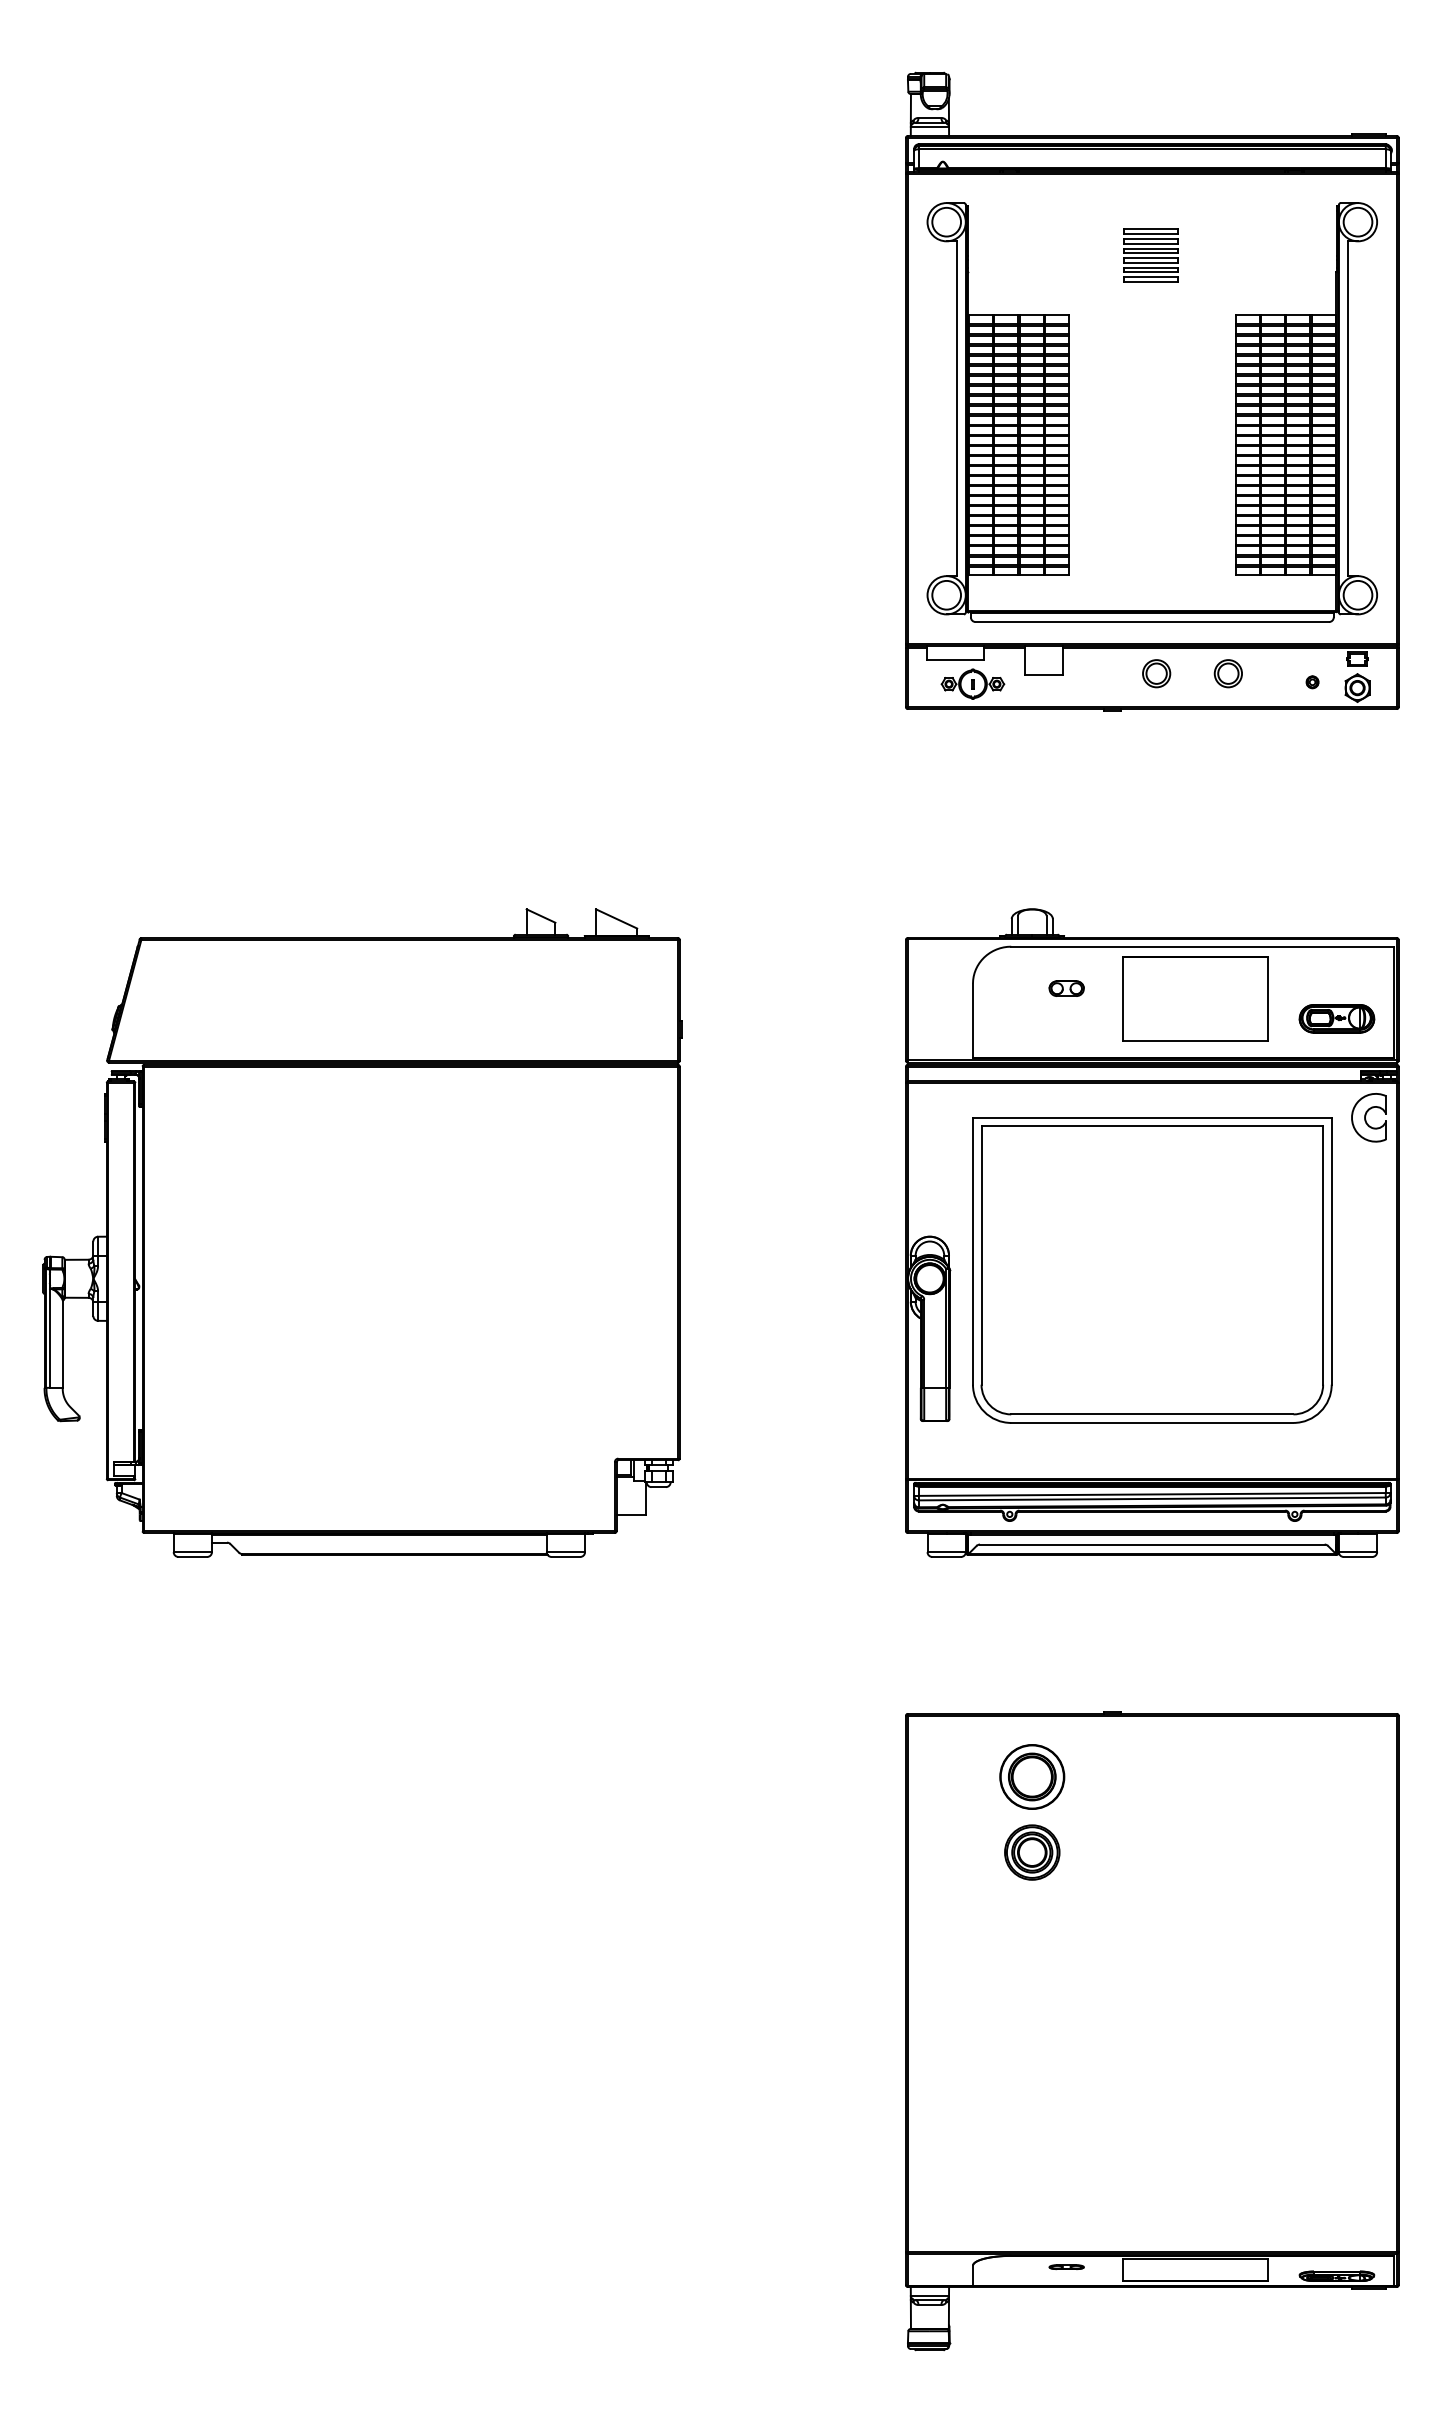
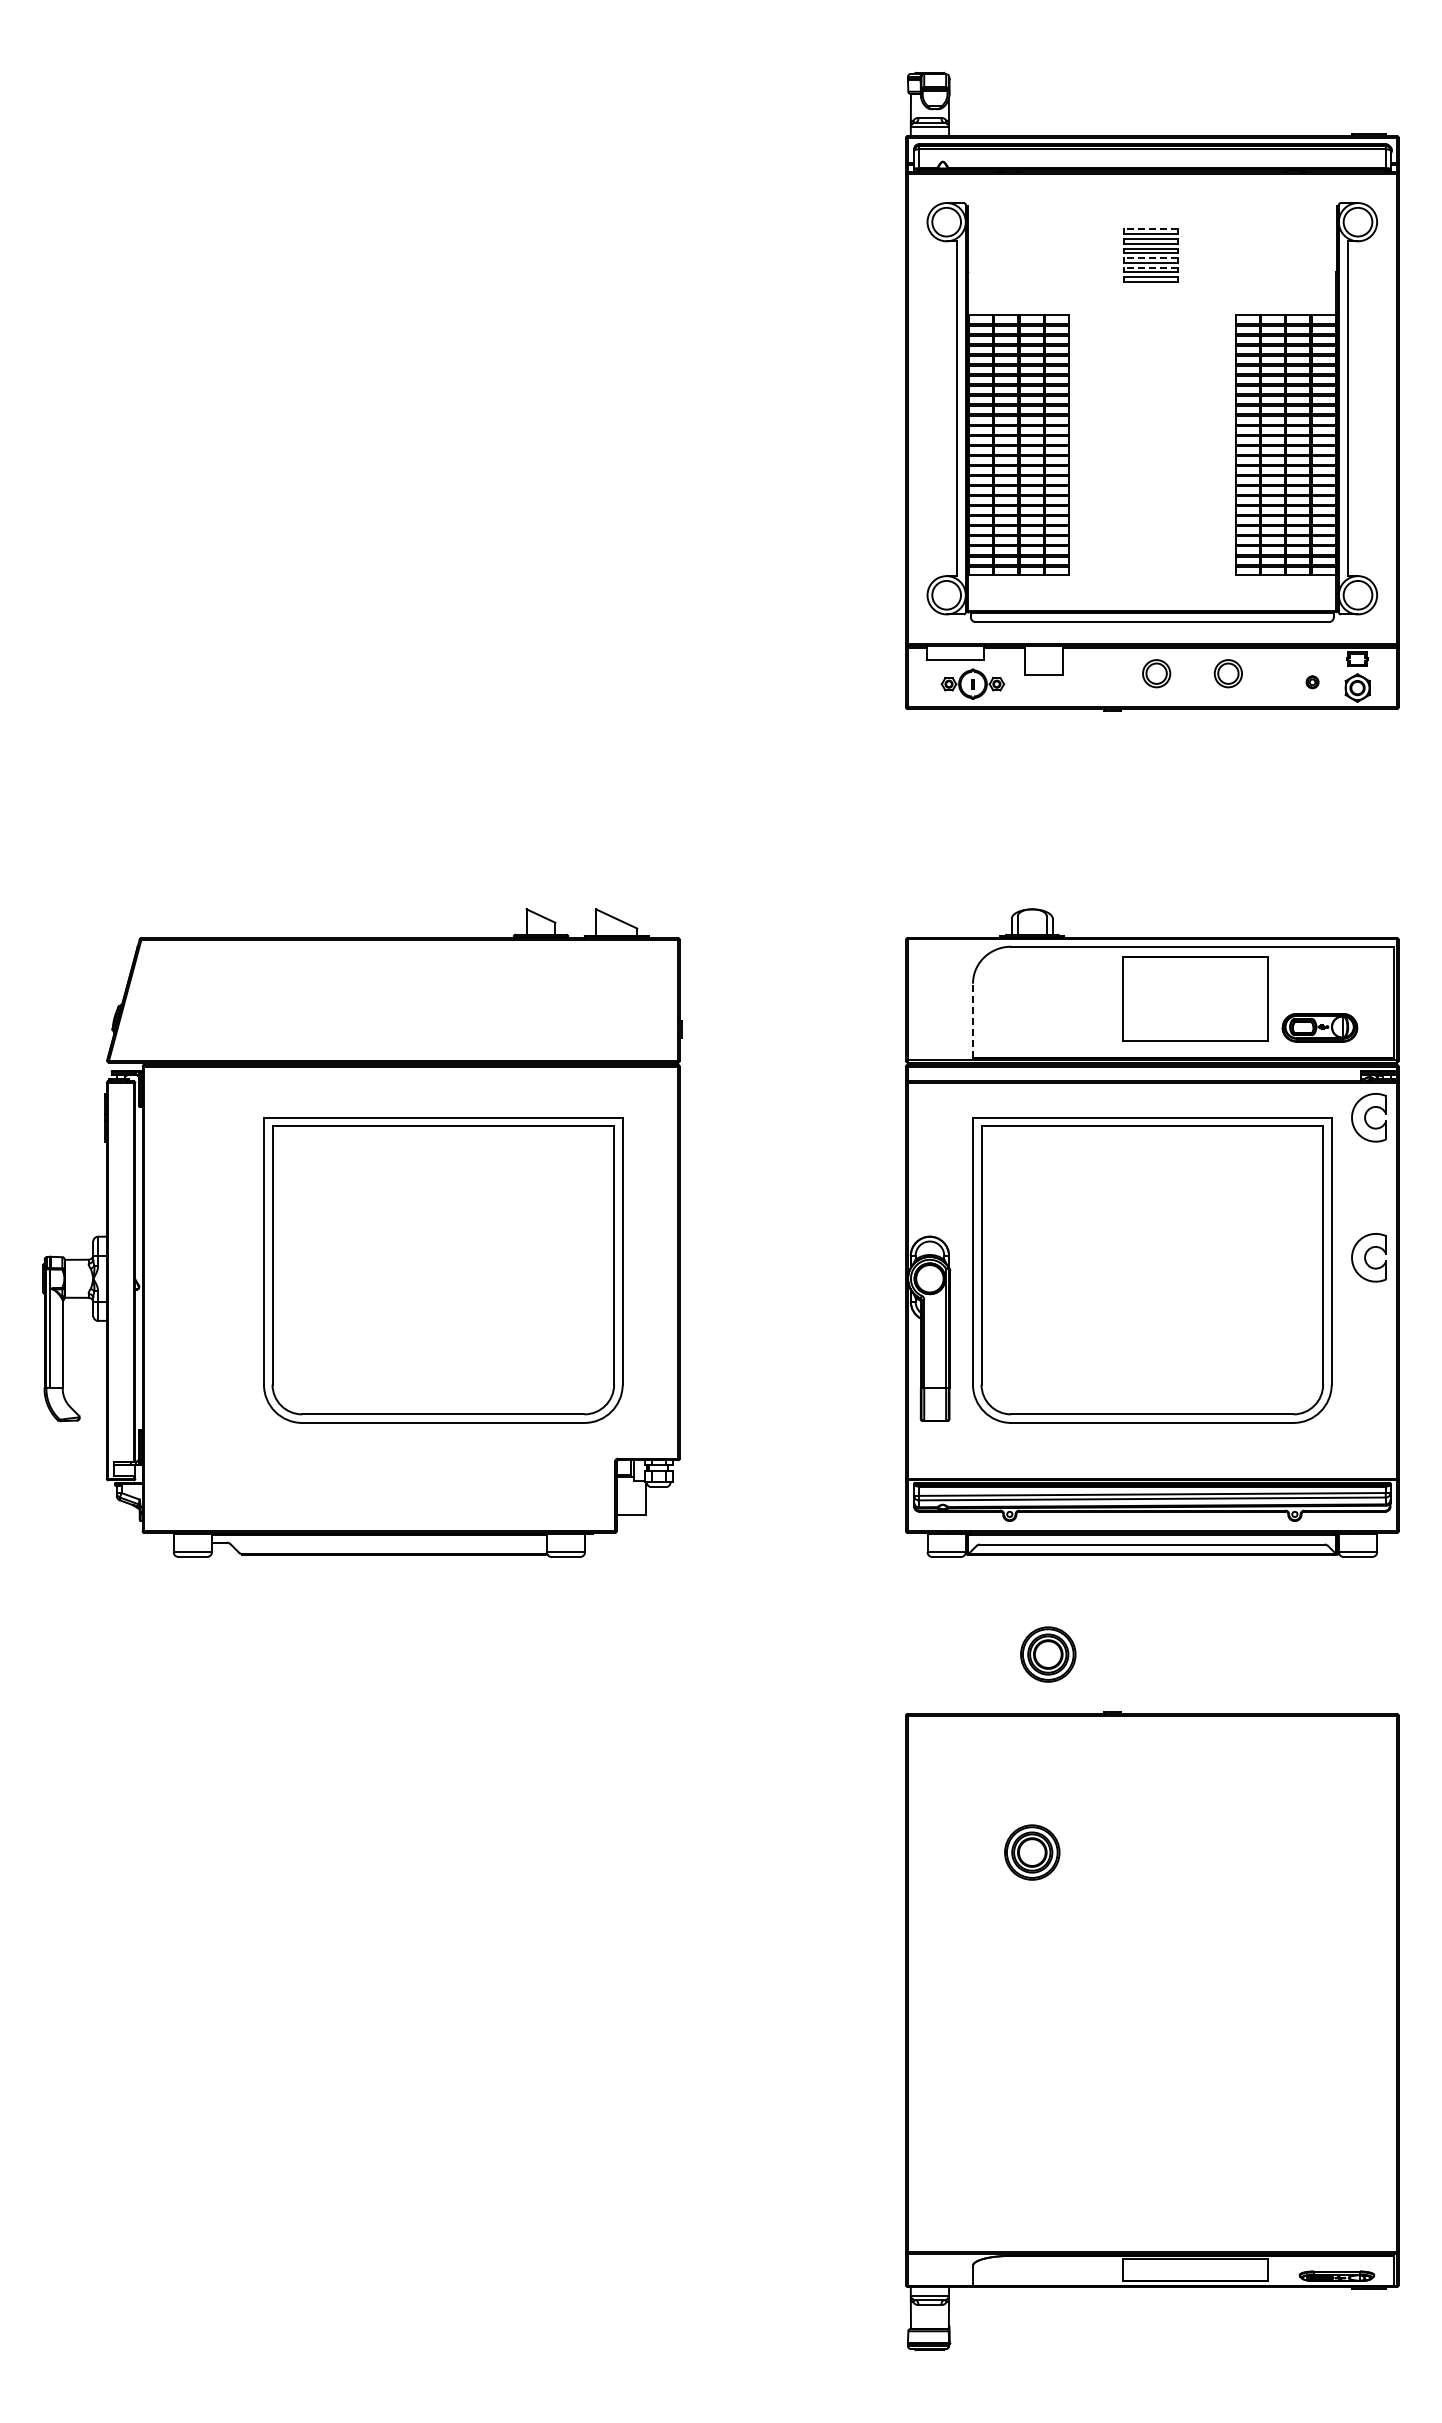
line at (1150, 229): solid -> dashed
line at (1150, 258): solid -> dashed
line at (1150, 267): solid -> dashed
part at (1066, 988): present -> none
part at (1336, 1018) position: (1336, 1018) -> (1319, 1027)
line at (972, 1020): solid -> dashed
part at (1368, 1257): none -> present
part at (443, 1270): none -> present
part at (1048, 1654): none -> present
part at (1032, 1776): present -> none
part at (1066, 2267): present -> none
